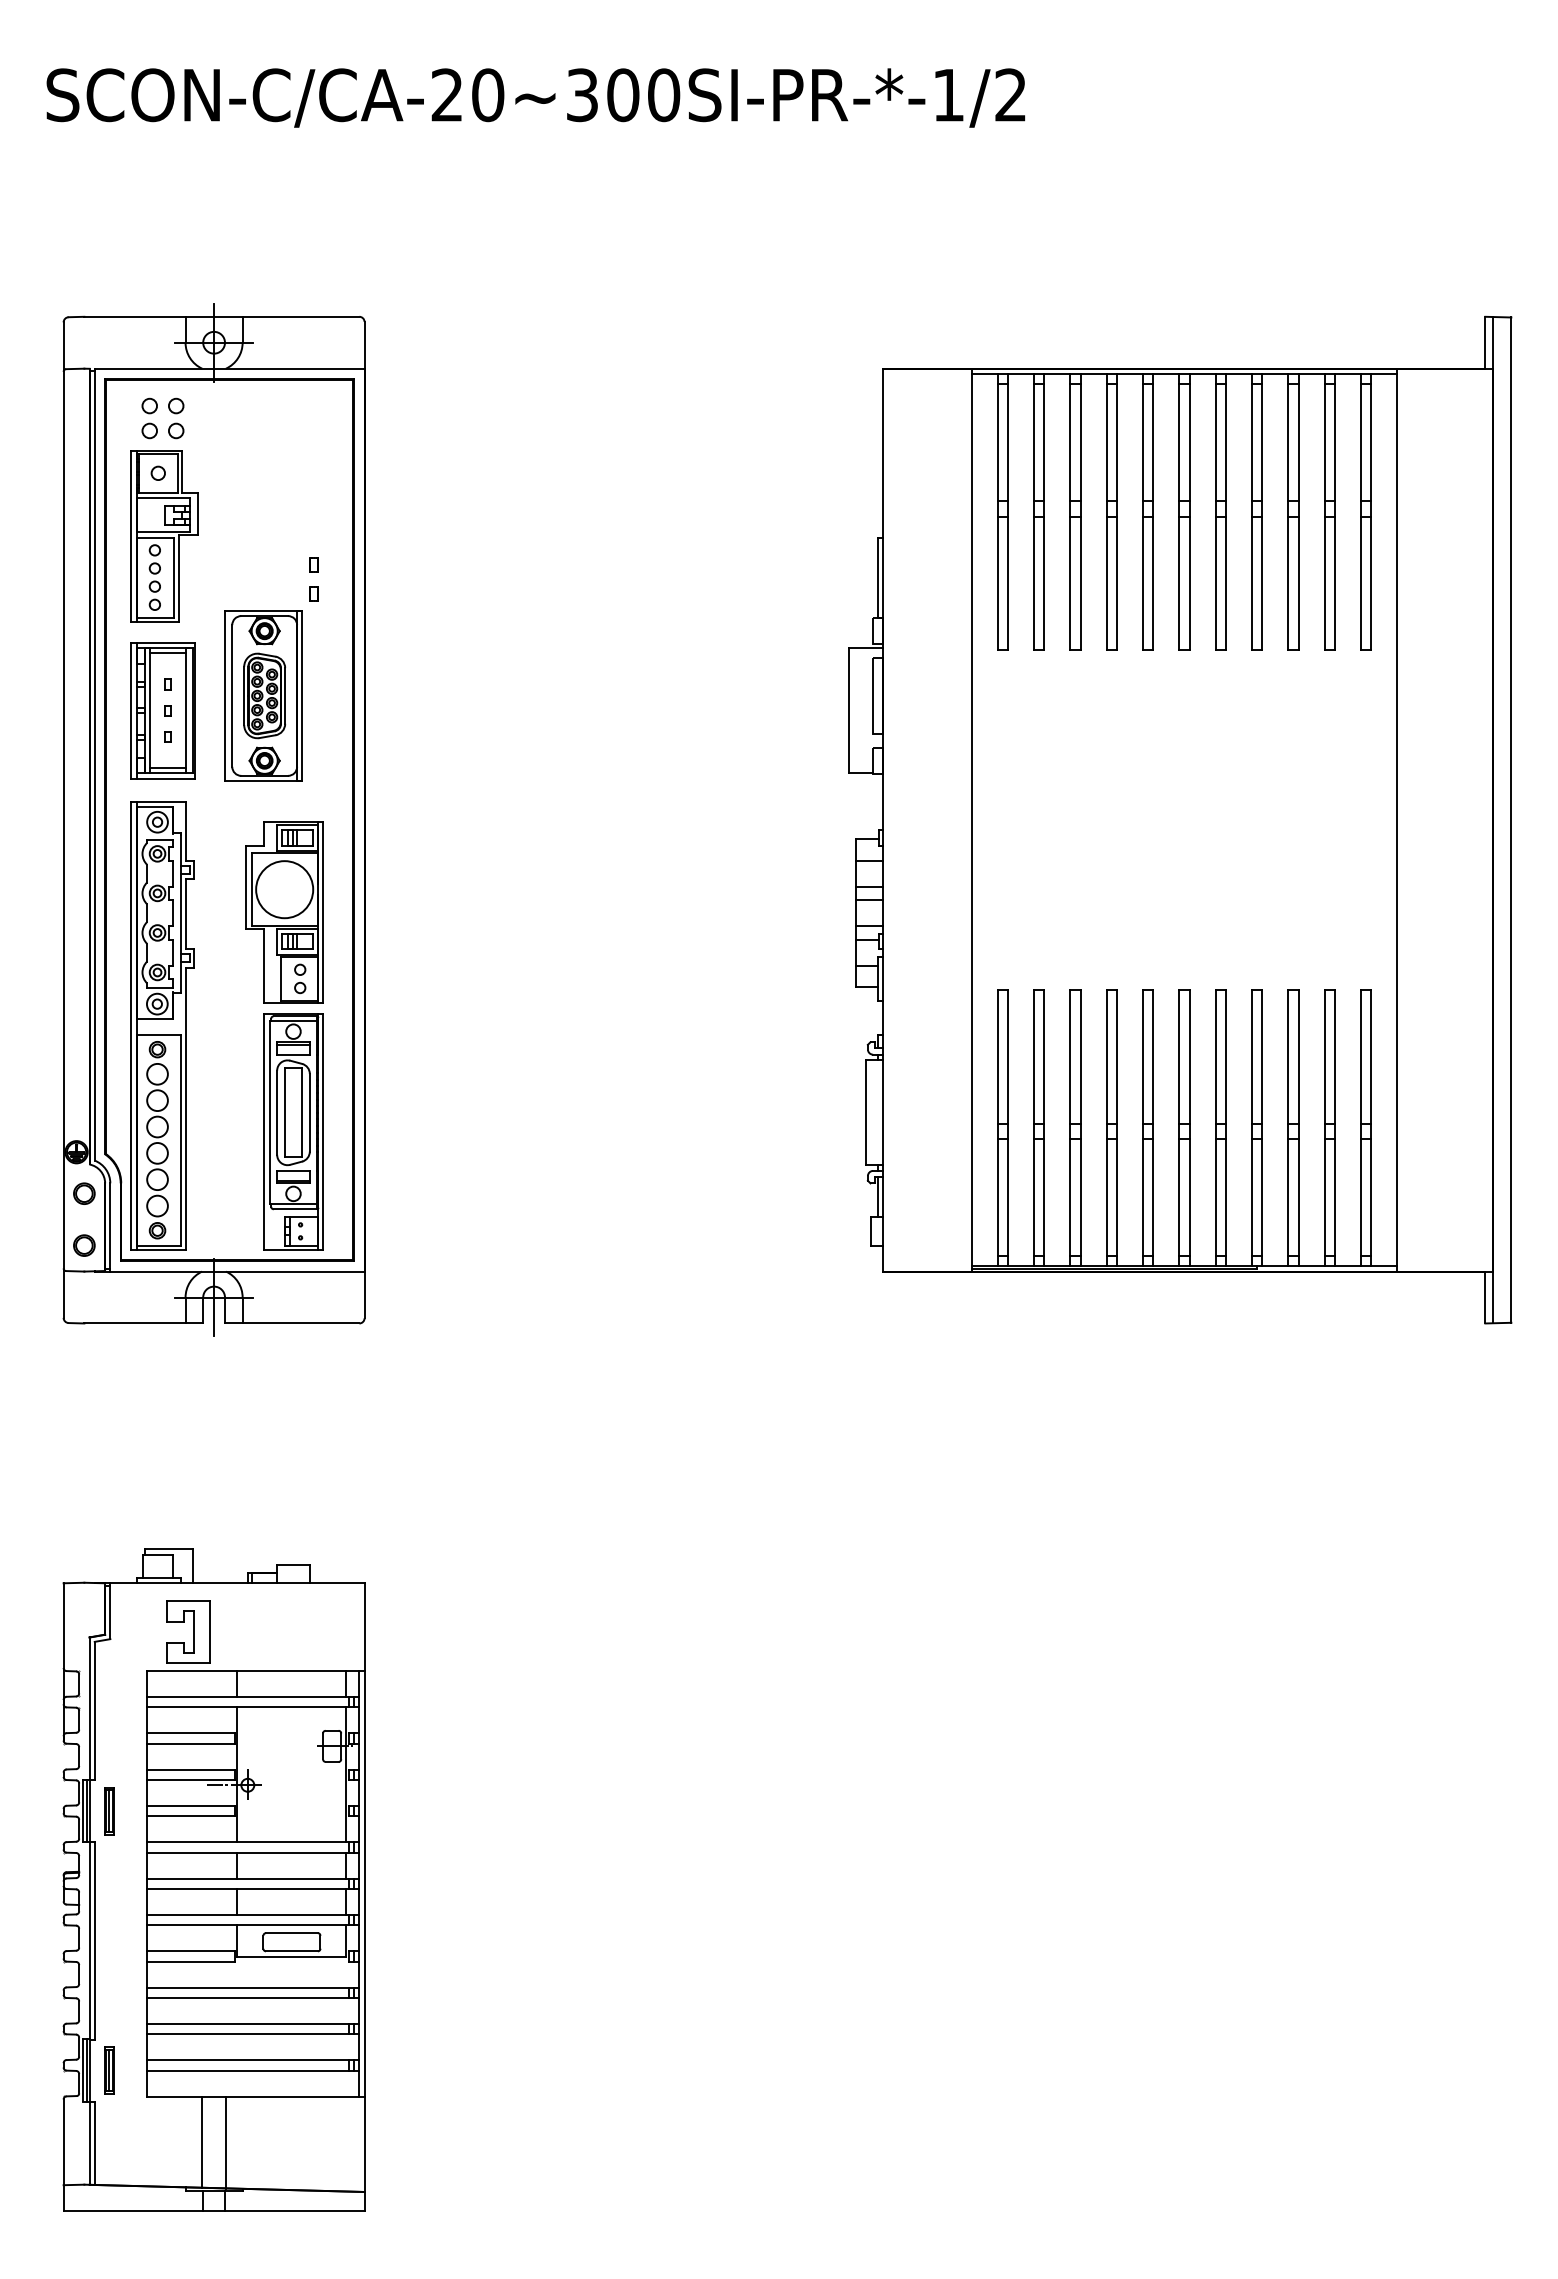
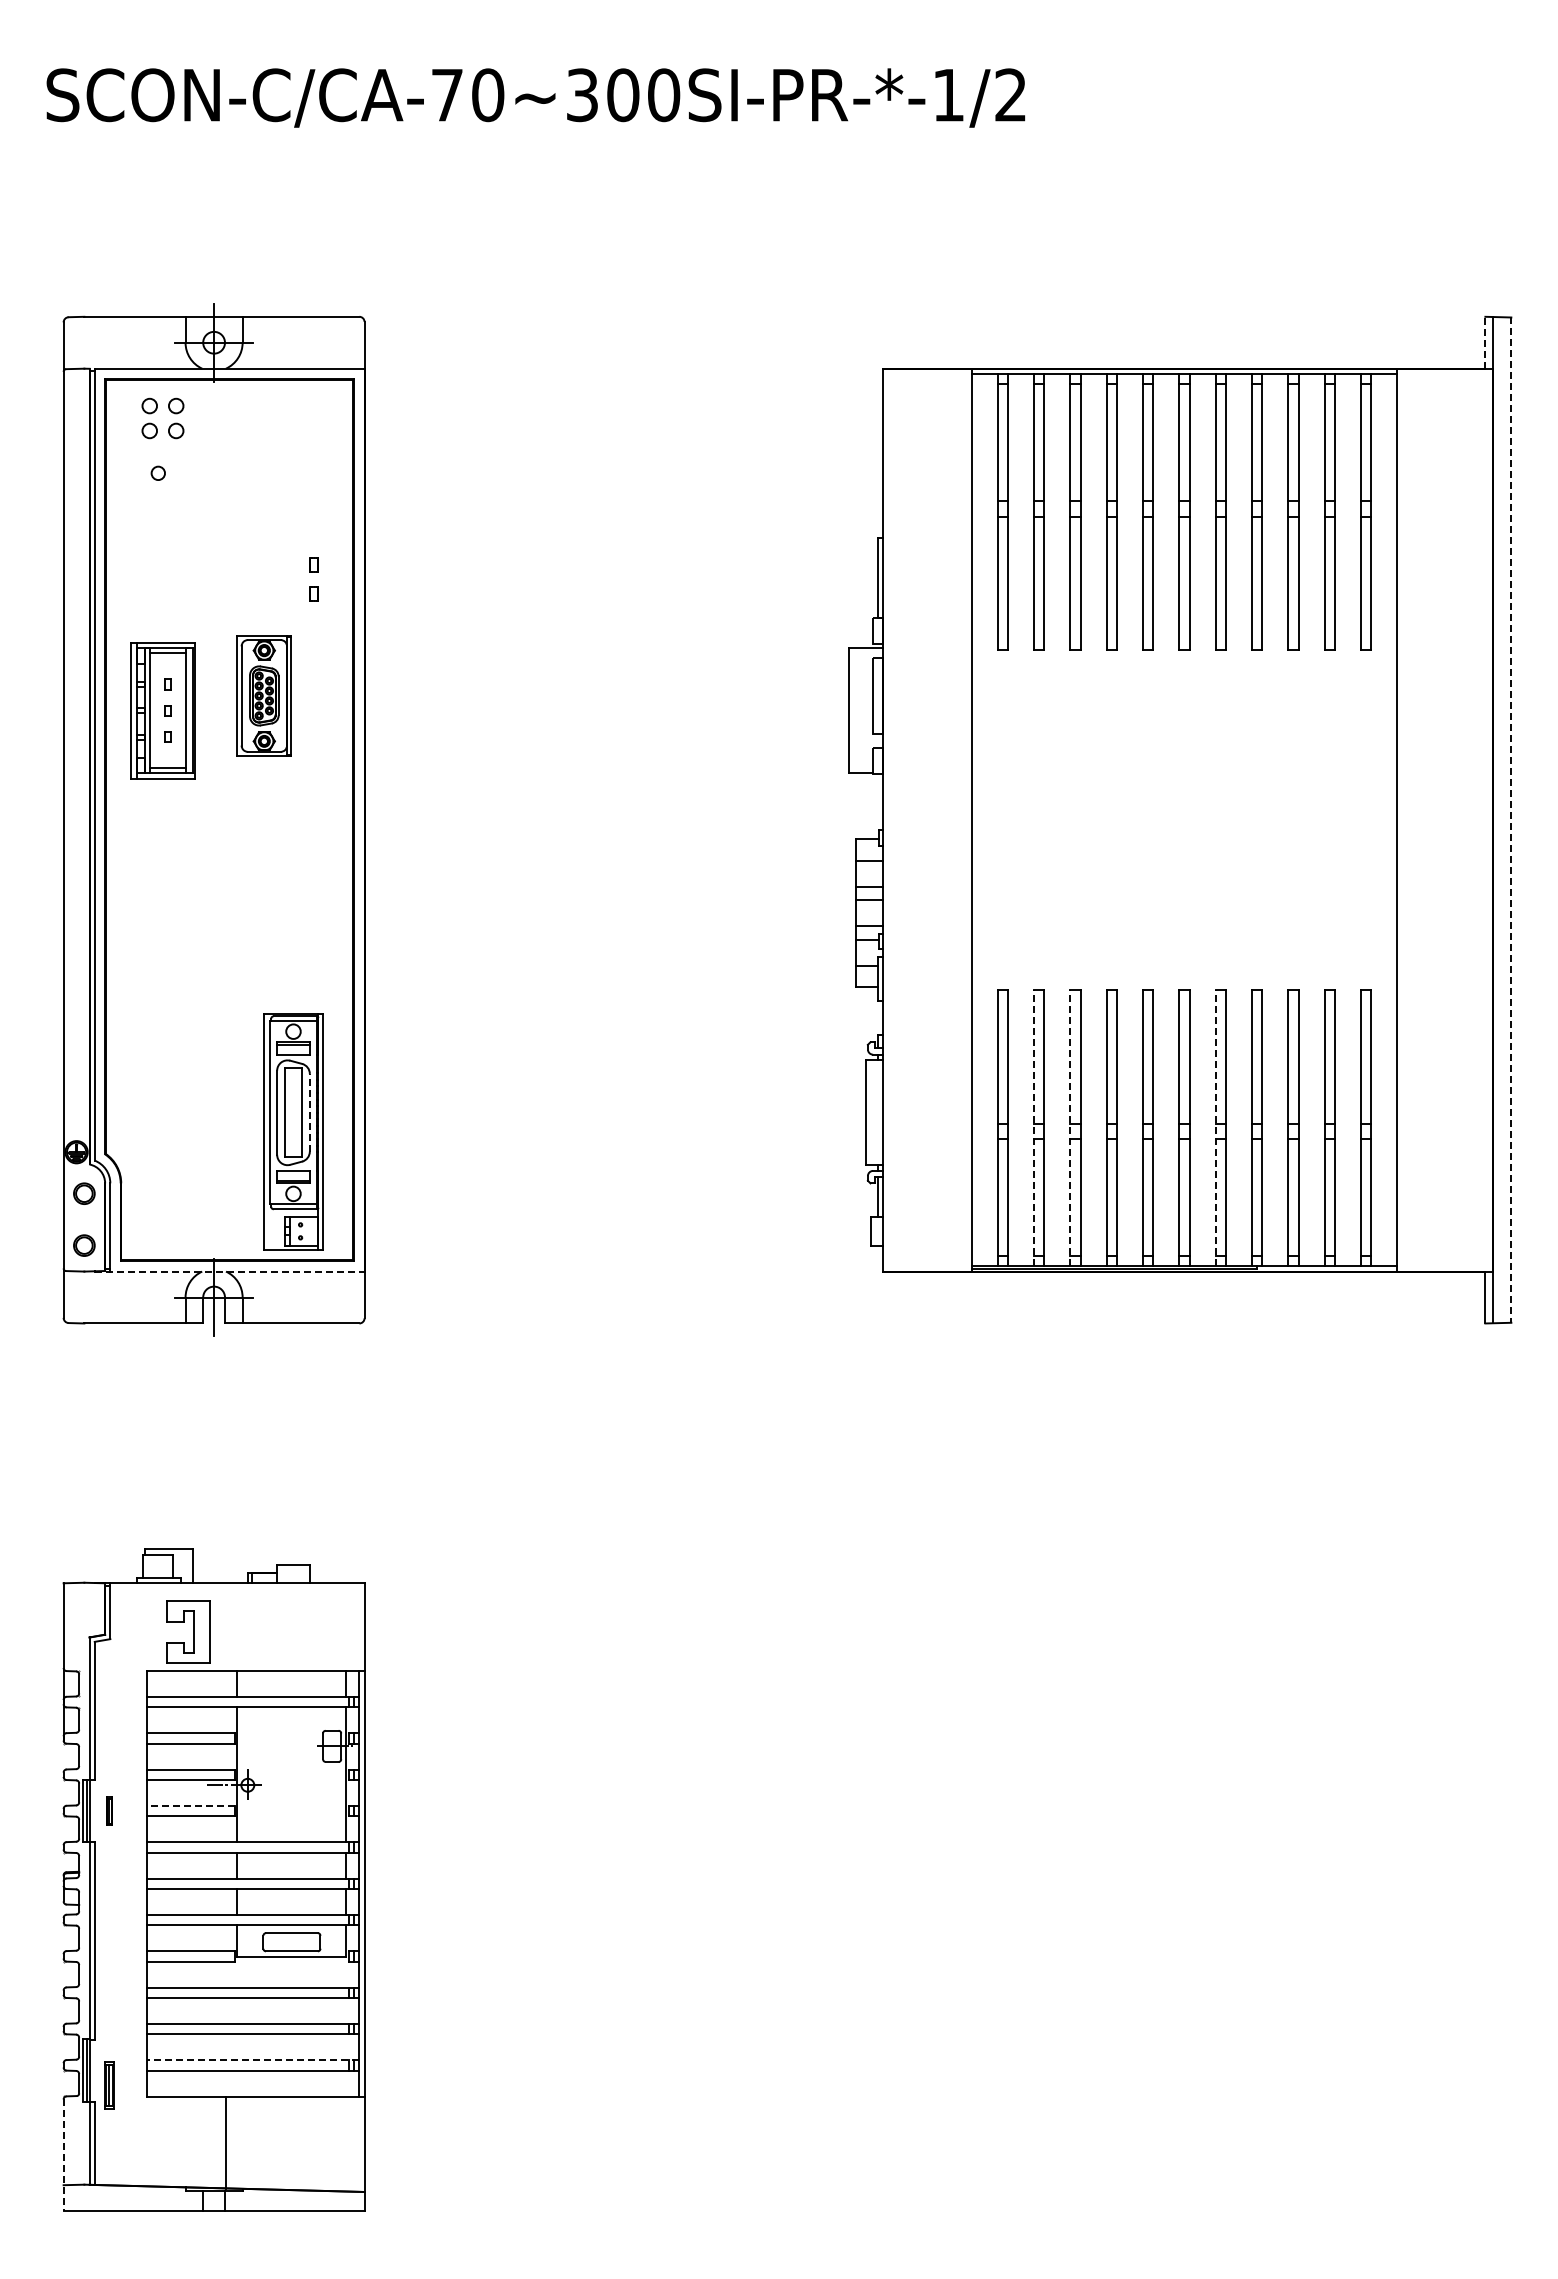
text at (446, 94): SCON-C/CA-20~300SI-PR-*-1/2 -> SCON-C/CA-70~300SI-PR-*-1/2
line at (1485, 342): solid -> dashed
part at (164, 536): present -> none
part at (263, 695) size: 79x172 px -> 56x122 px
line at (1511, 820): solid -> dashed
part at (284, 912): present -> none
part at (162, 1025): present -> none
line at (309, 1112): solid -> dashed
line at (1033, 1127): solid -> dashed
line at (1070, 1127): solid -> dashed
line at (1215, 1127): solid -> dashed
line at (229, 1271): solid -> dashed
line at (190, 1806): solid -> dashed
part at (109, 1811) size: 11x49 px -> 7x30 px
line at (252, 2060): solid -> dashed
part at (109, 2070) position: (109, 2070) -> (109, 2085)
line at (202, 2141): present -> none
line at (63, 2155): solid -> dashed
